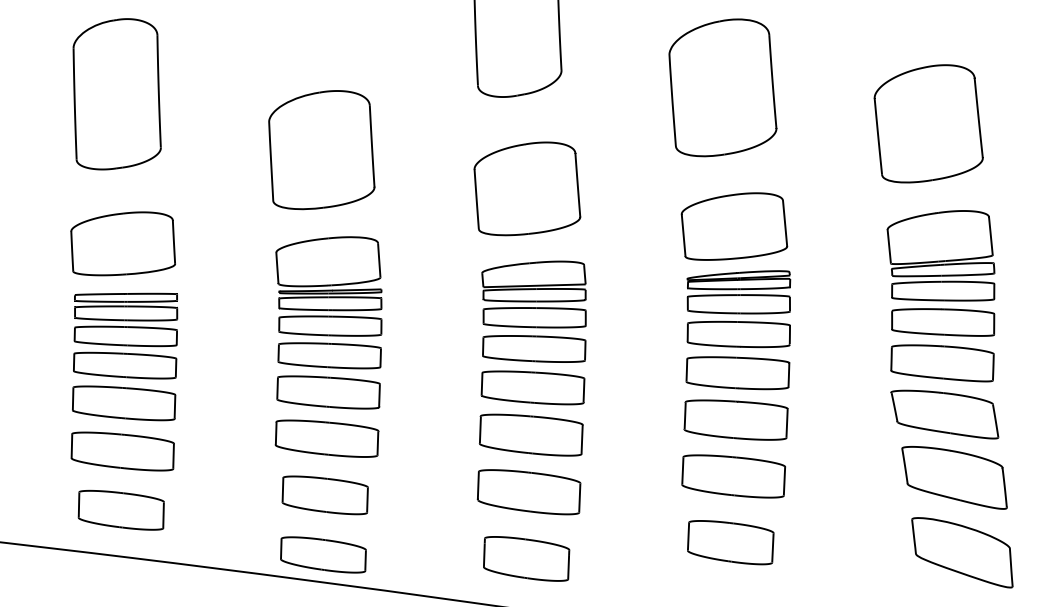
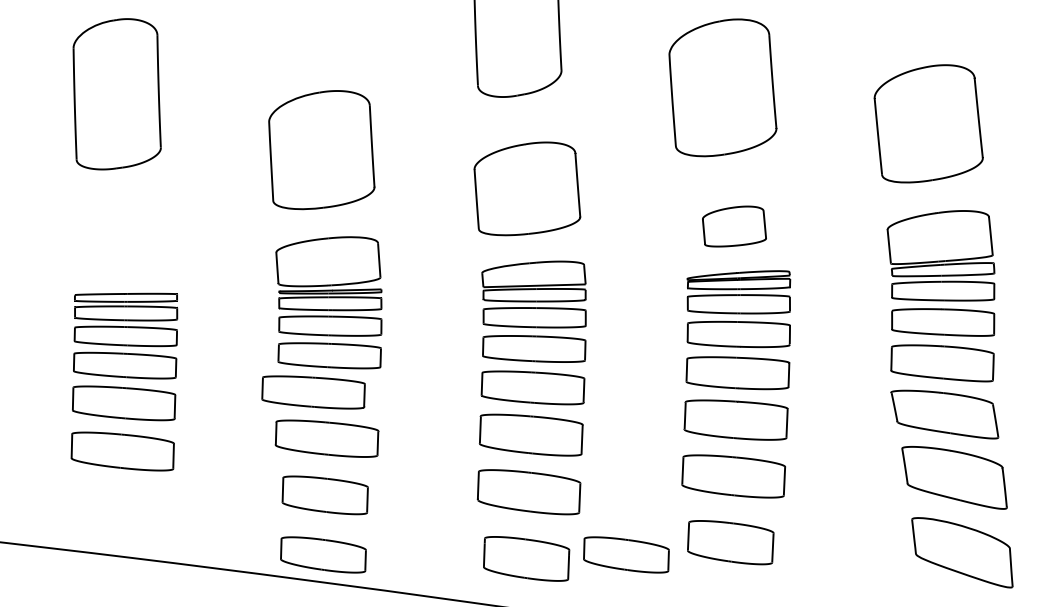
part at (734, 226) size: 109x69 px -> 65x43 px
part at (122, 243): present -> none
part at (328, 392) position: (328, 392) -> (313, 392)
part at (120, 509): present -> none
part at (626, 554): none -> present
